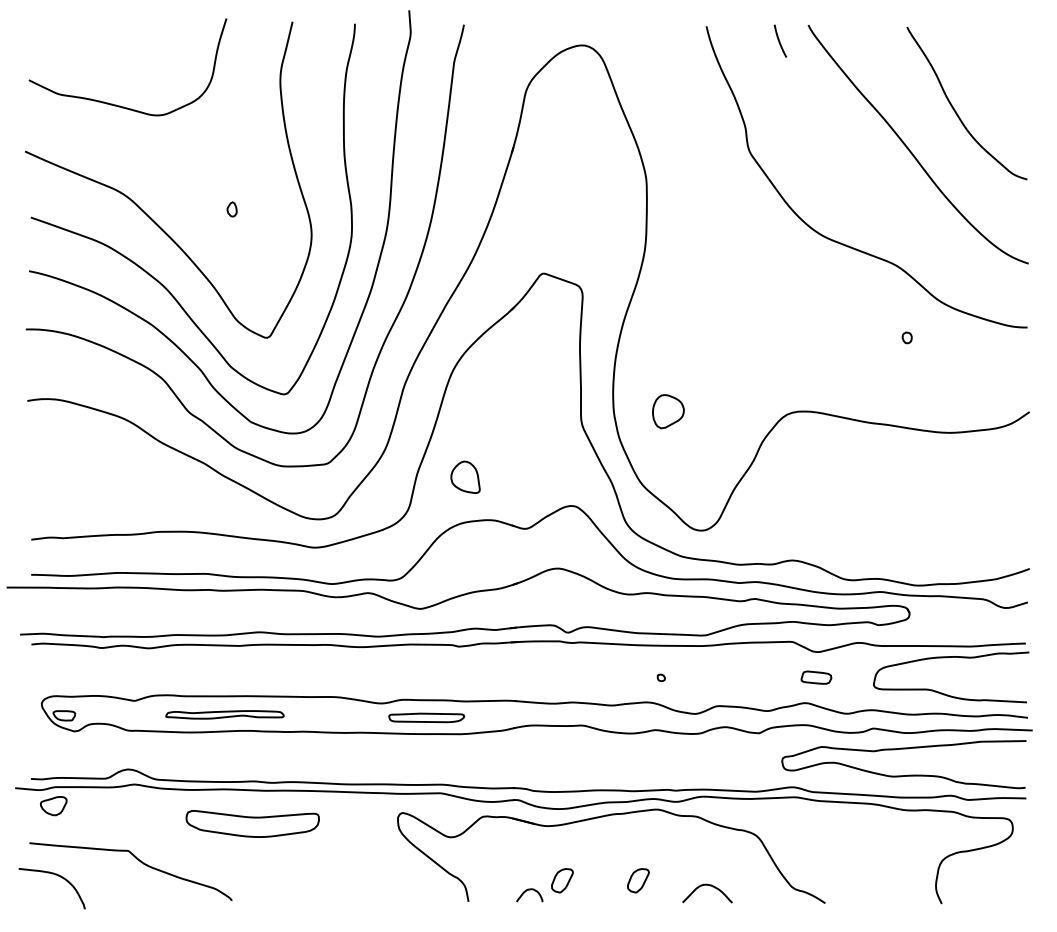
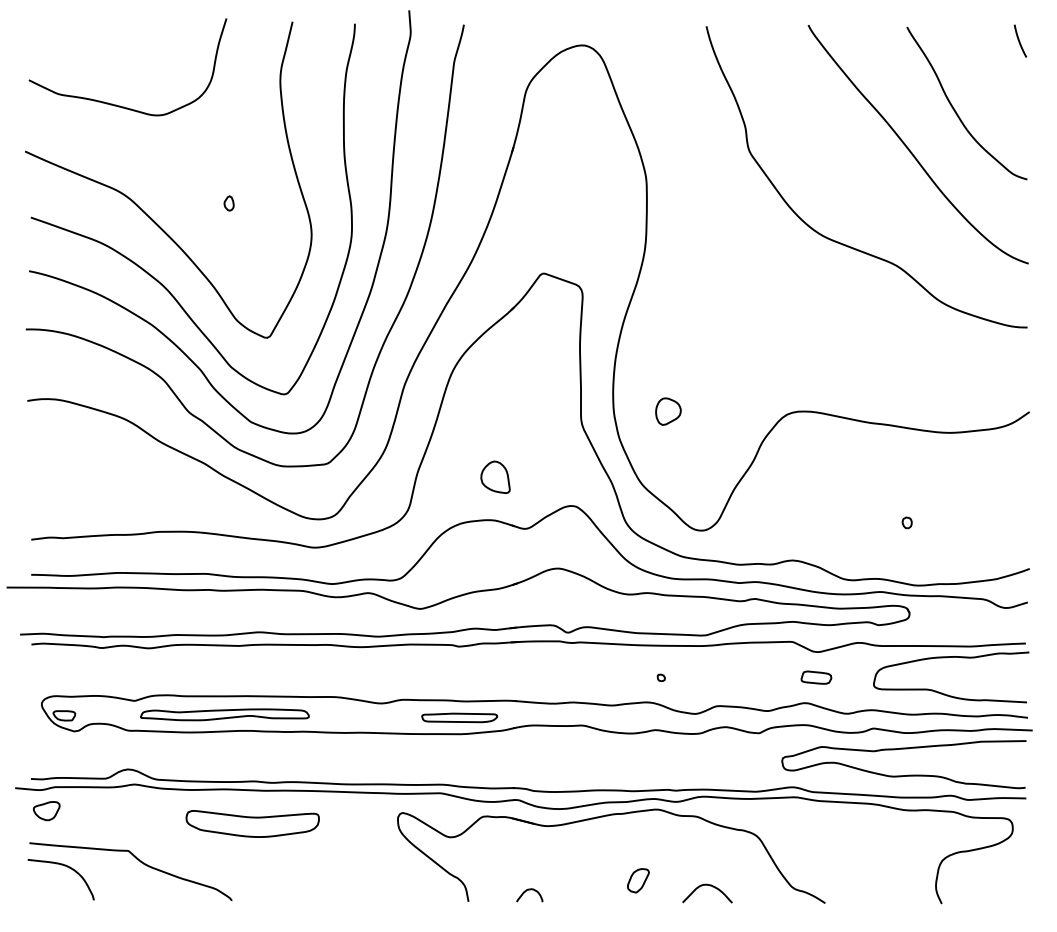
curve at (779, 40) position: (779, 40) -> (1019, 40)
part at (231, 209) position: (231, 209) -> (228, 203)
part at (906, 337) position: (906, 337) -> (906, 522)
part at (668, 411) size: 33x36 px -> 27x29 px
part at (465, 476) position: (465, 476) -> (495, 476)
part at (224, 714) size: 120x10 px -> 170x14 px
part at (426, 717) position: (426, 717) -> (459, 717)
part at (53, 806) position: (53, 806) -> (46, 811)
curve at (55, 875) position: (55, 875) -> (64, 866)
part at (562, 880): present -> none
